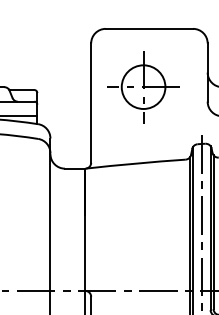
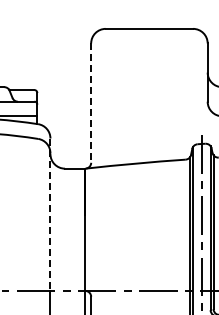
part at (143, 87): present -> none
line at (91, 103): solid -> dashed
line at (50, 215): solid -> dashed
